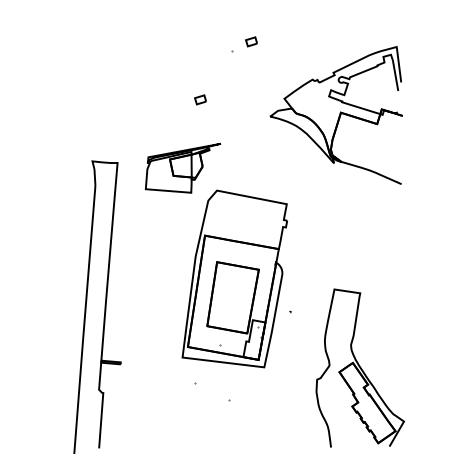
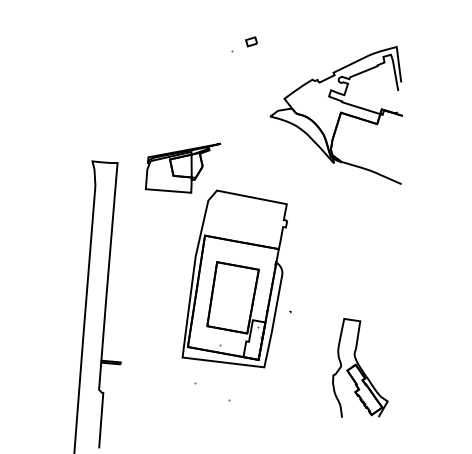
part at (200, 99): present -> none
part at (360, 367) size: 91x160 px -> 57x100 px
